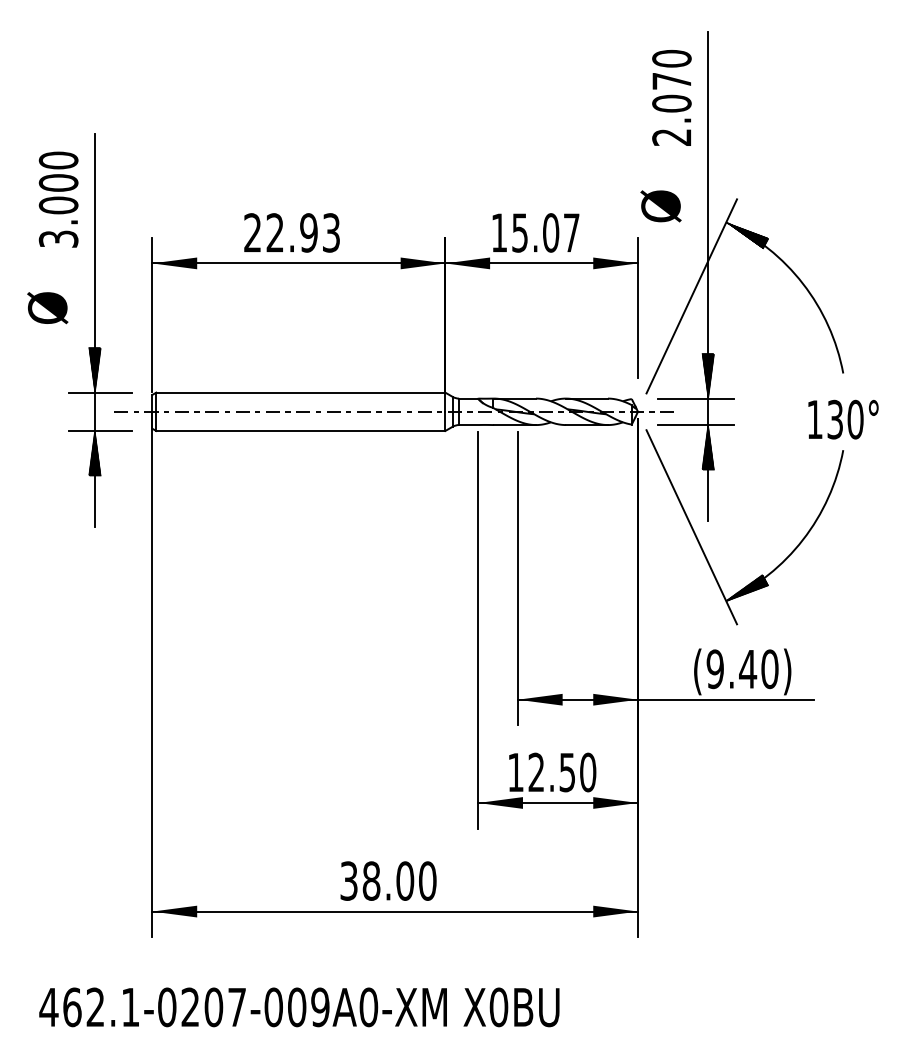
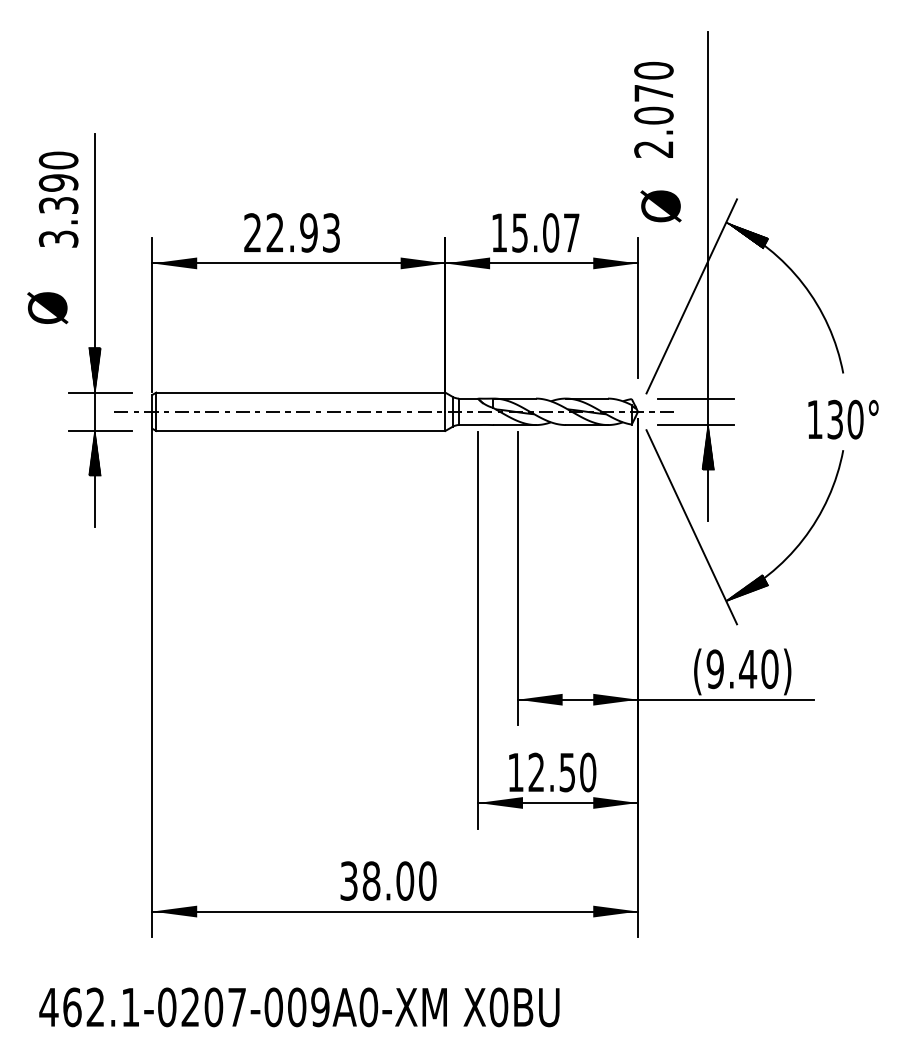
text at (671, 97) position: (671, 97) -> (653, 109)
text at (58, 194): 3.000 -> 3.390
hatch at (708, 375): present -> none
